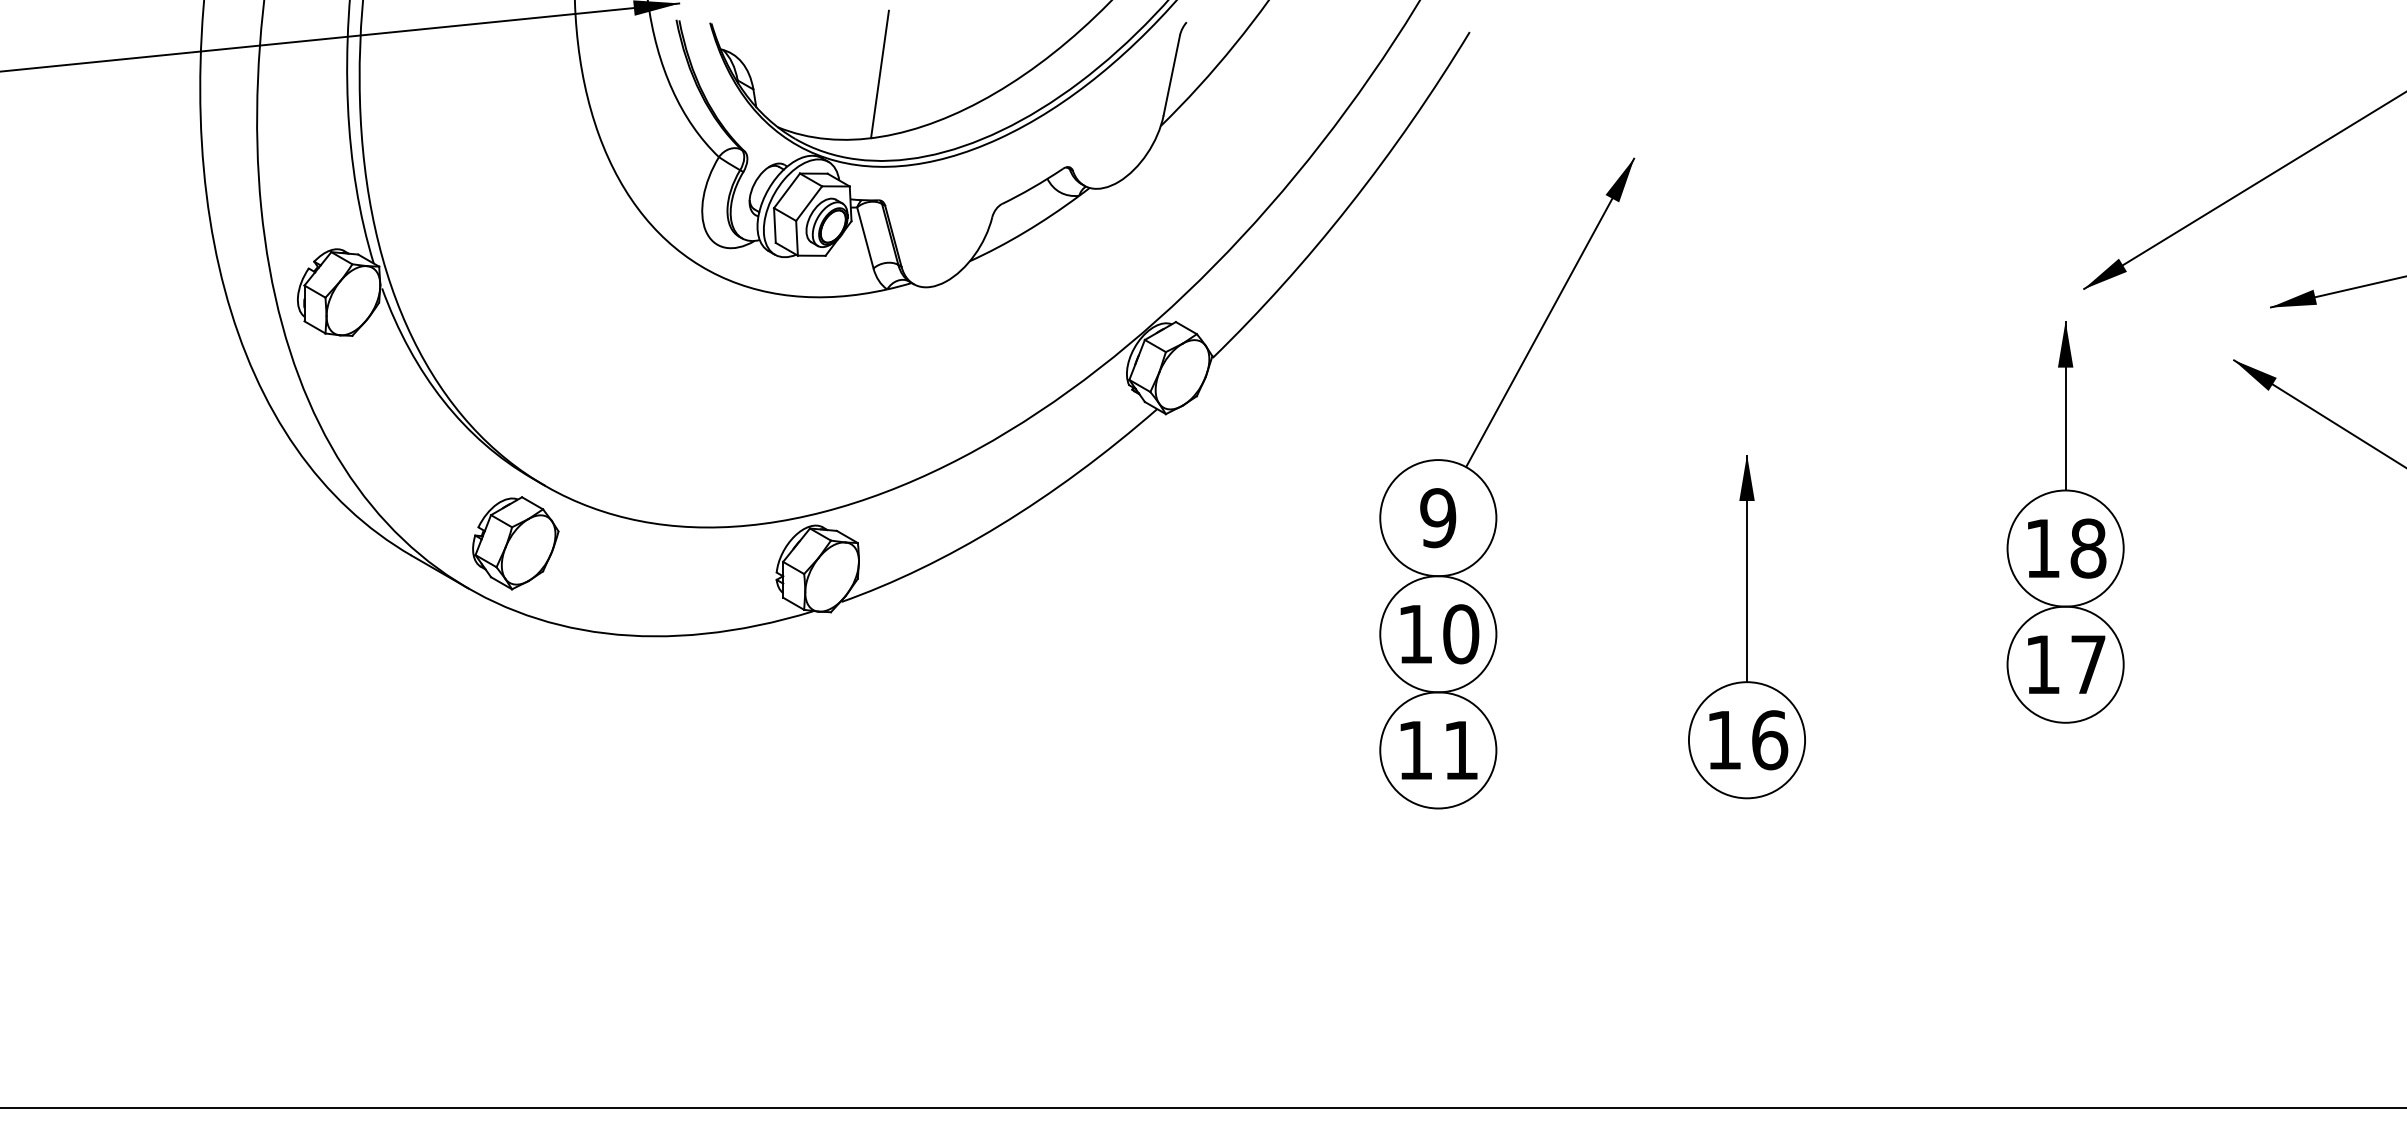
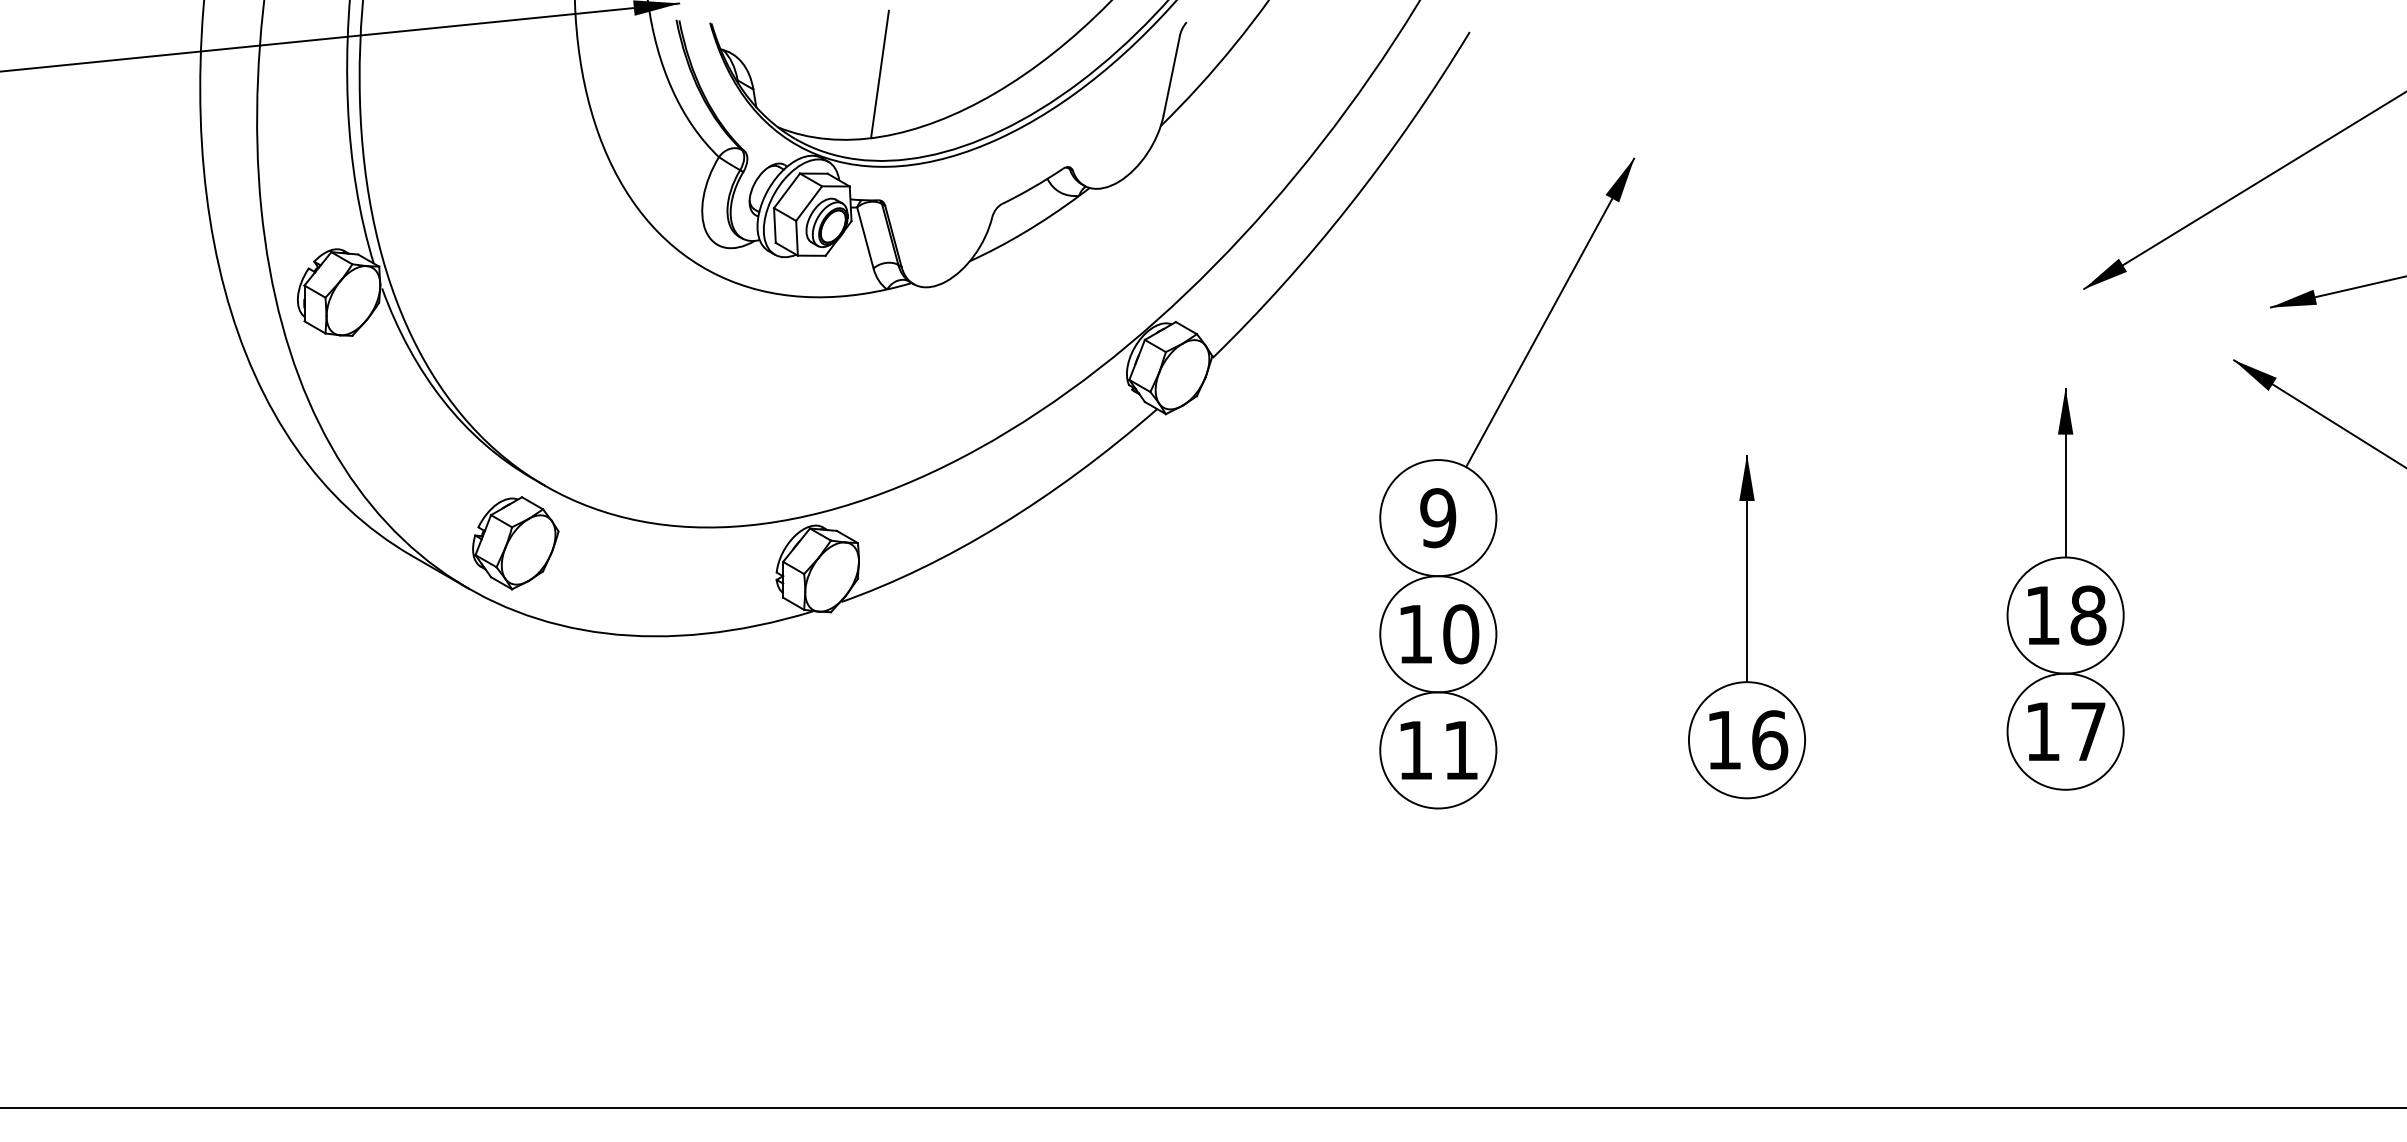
part at (2065, 522) position: (2065, 522) -> (2065, 589)
